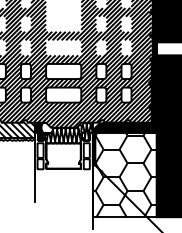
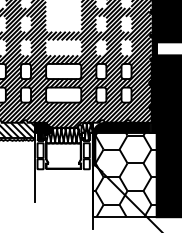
fill at (47, 127): none -> present
